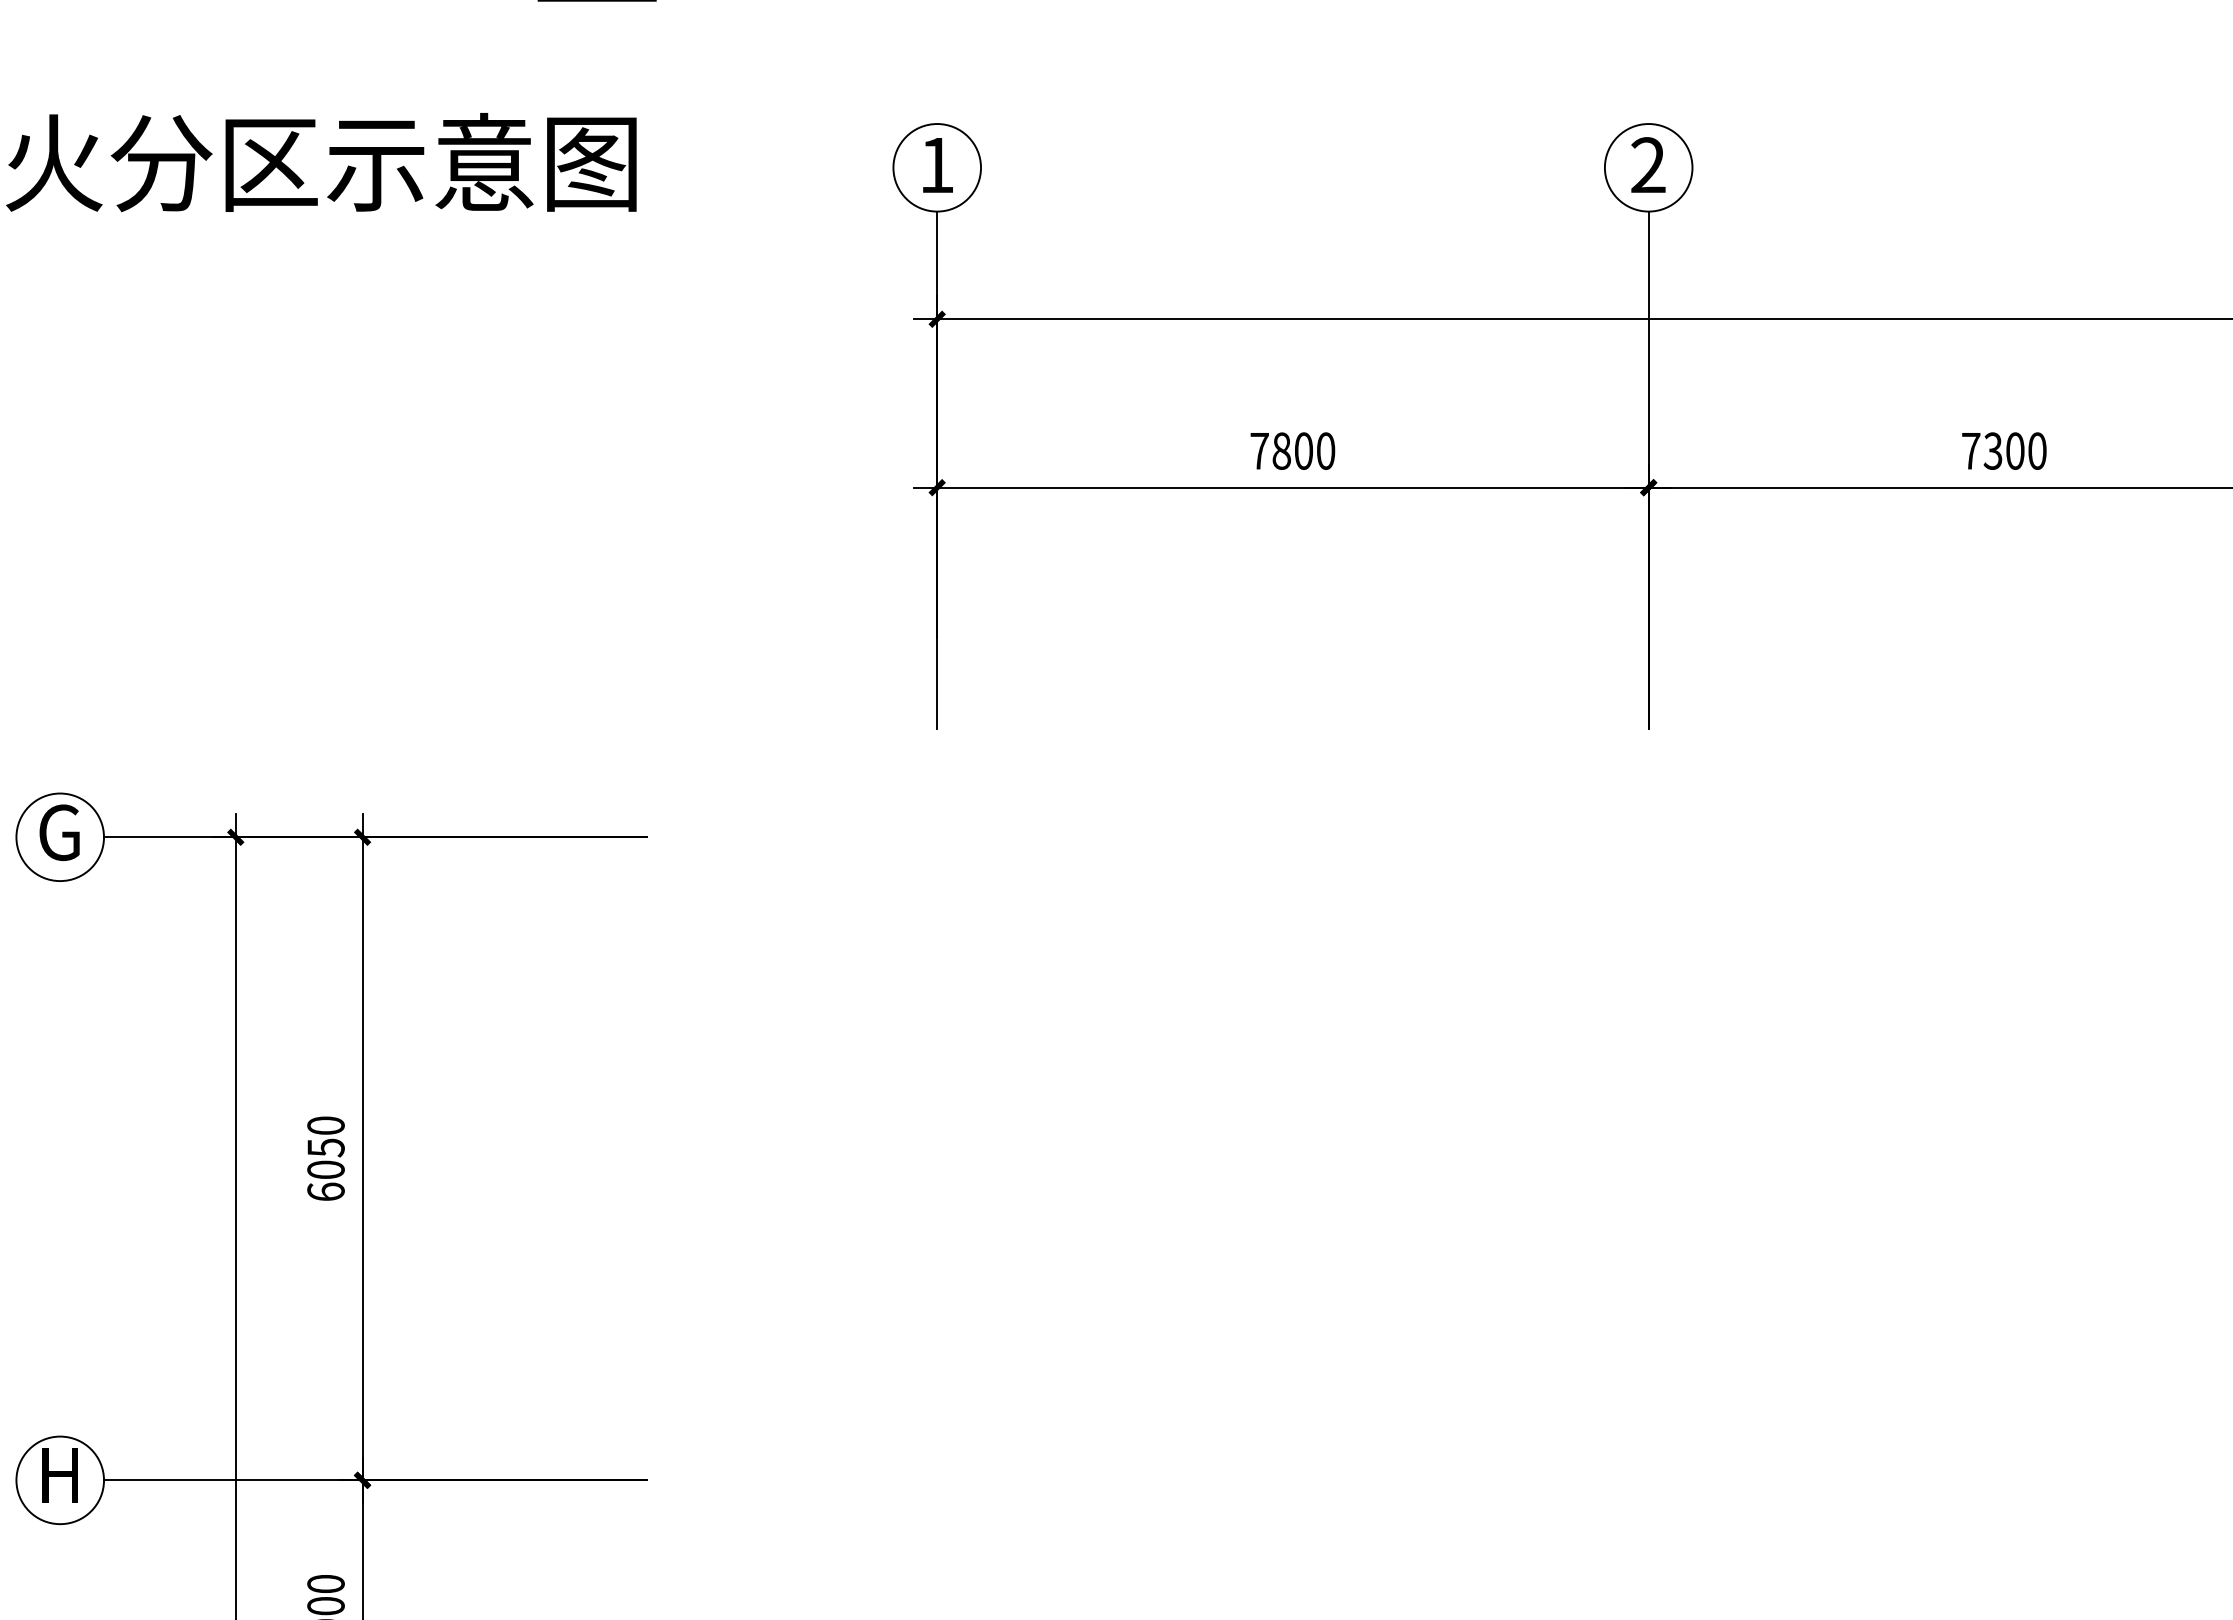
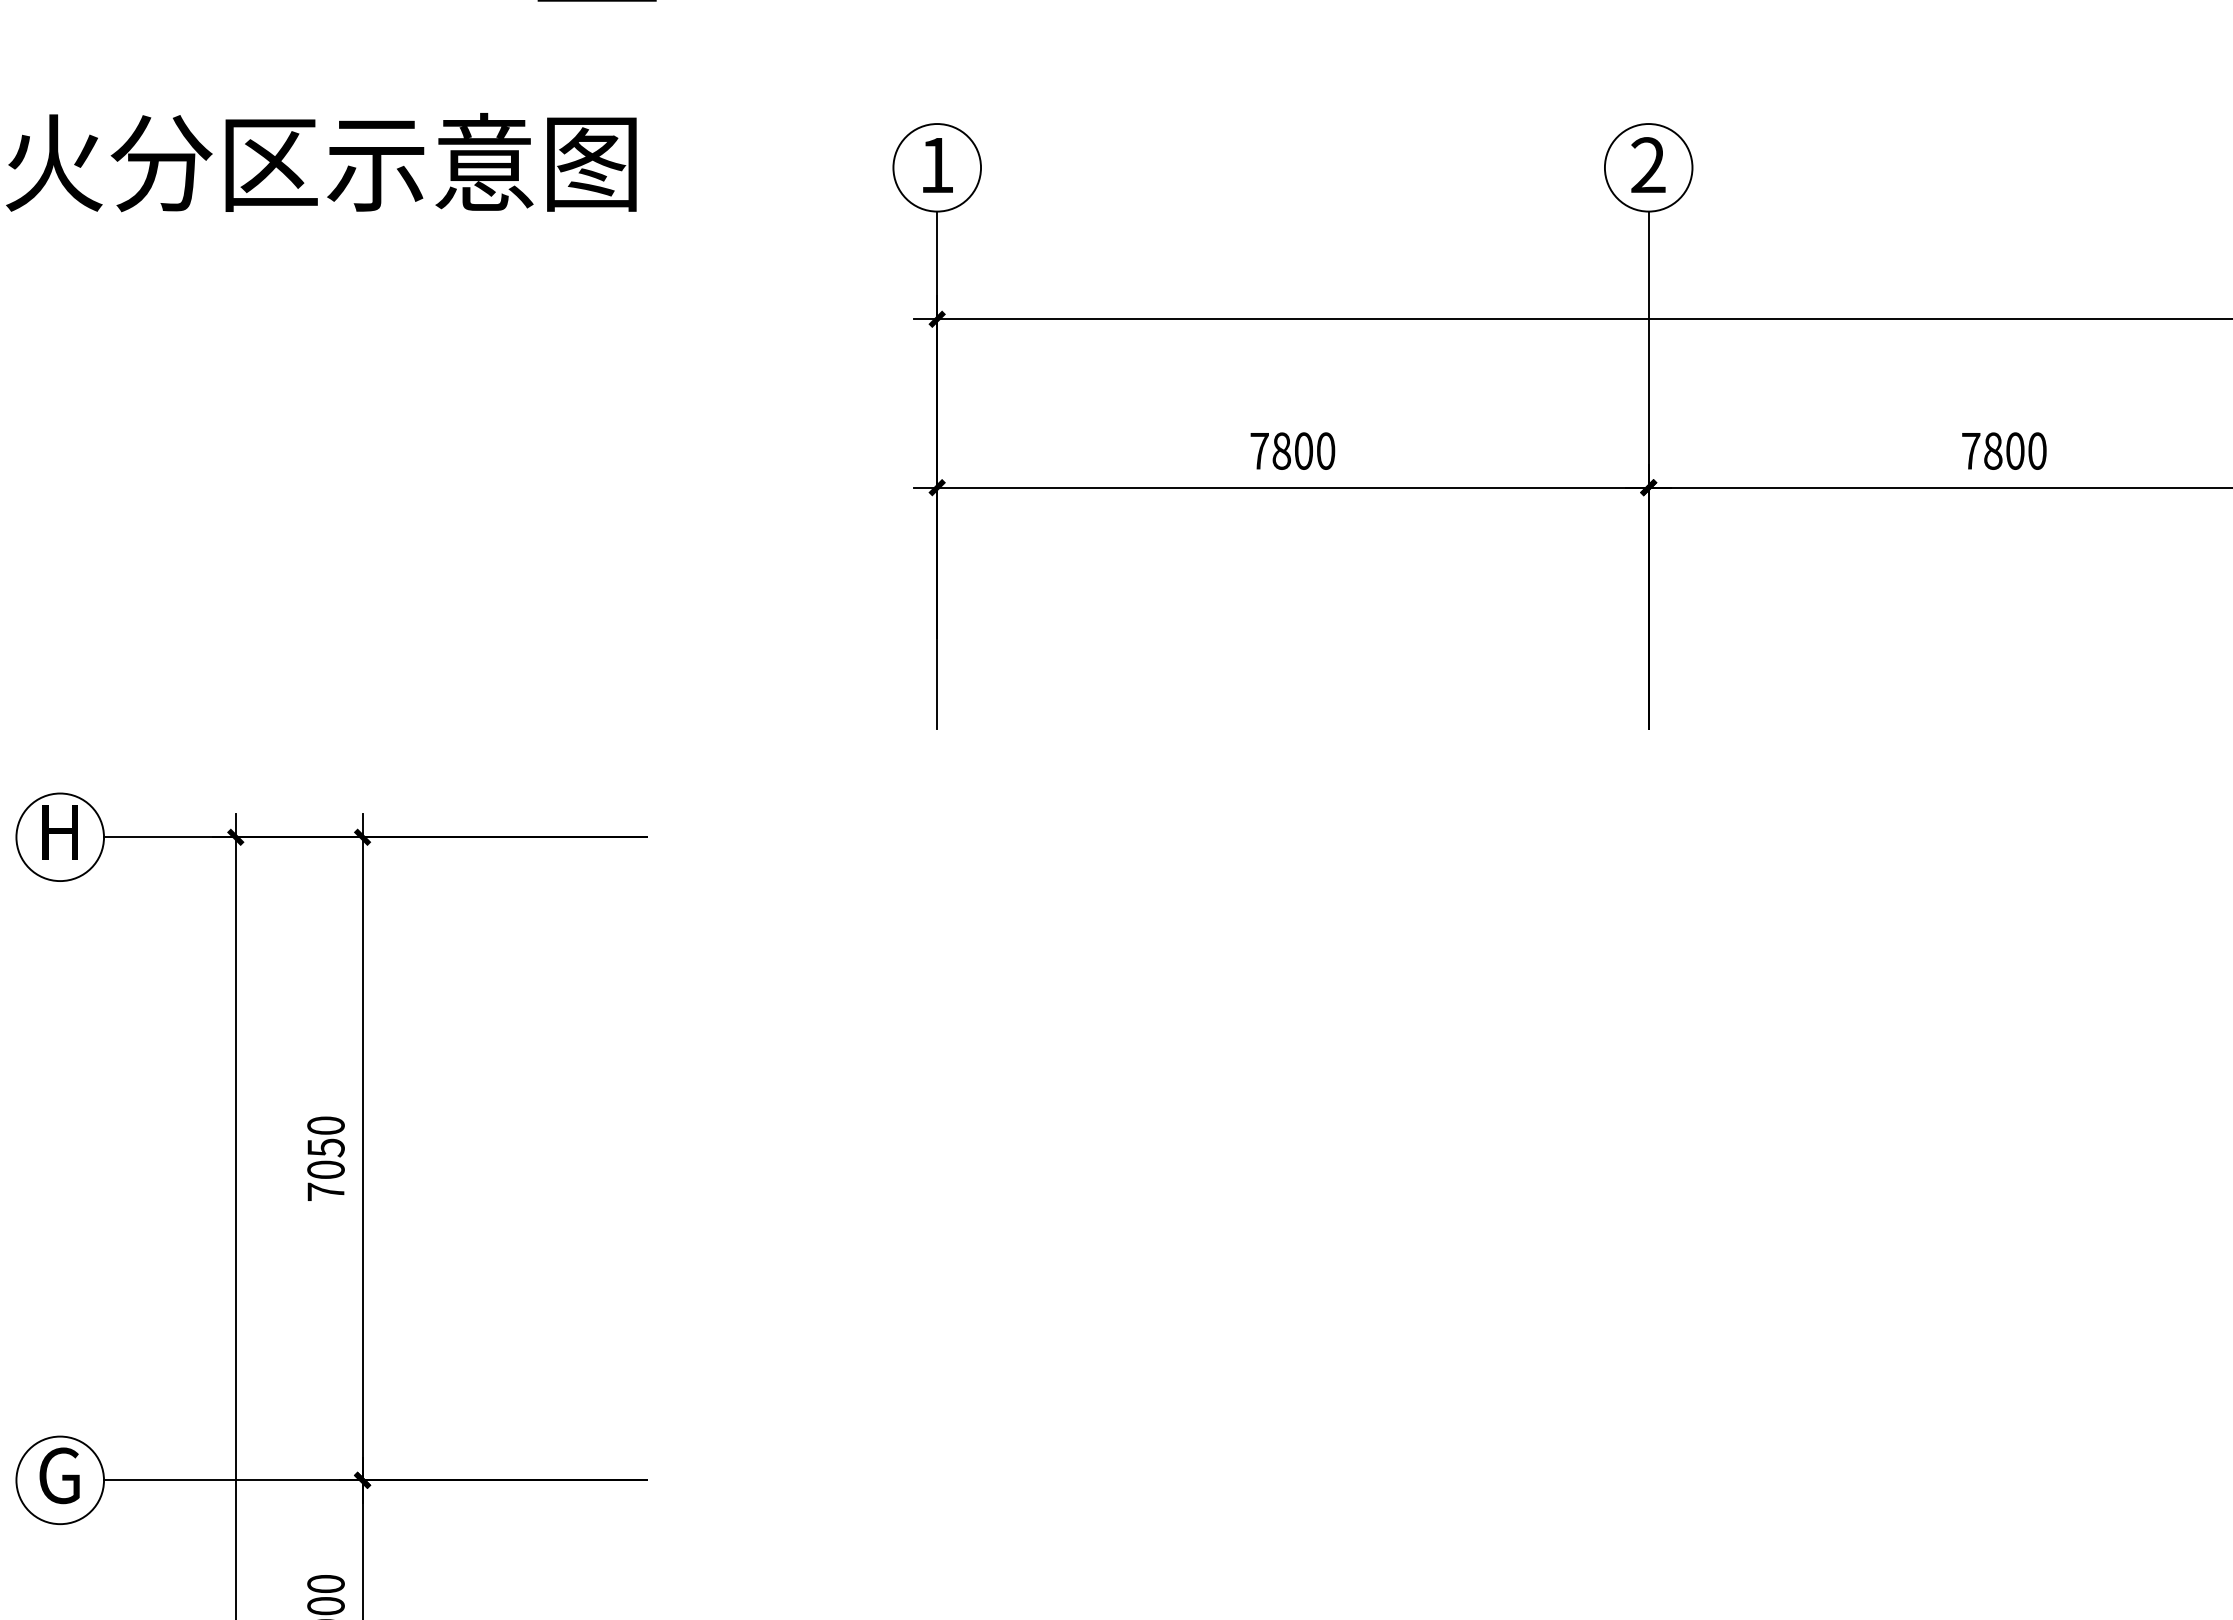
text at (1992, 450): 7300 -> 7800
text at (59, 832): G -> H
text at (325, 1191): 6050 -> 7050
text at (59, 1475): H -> G
